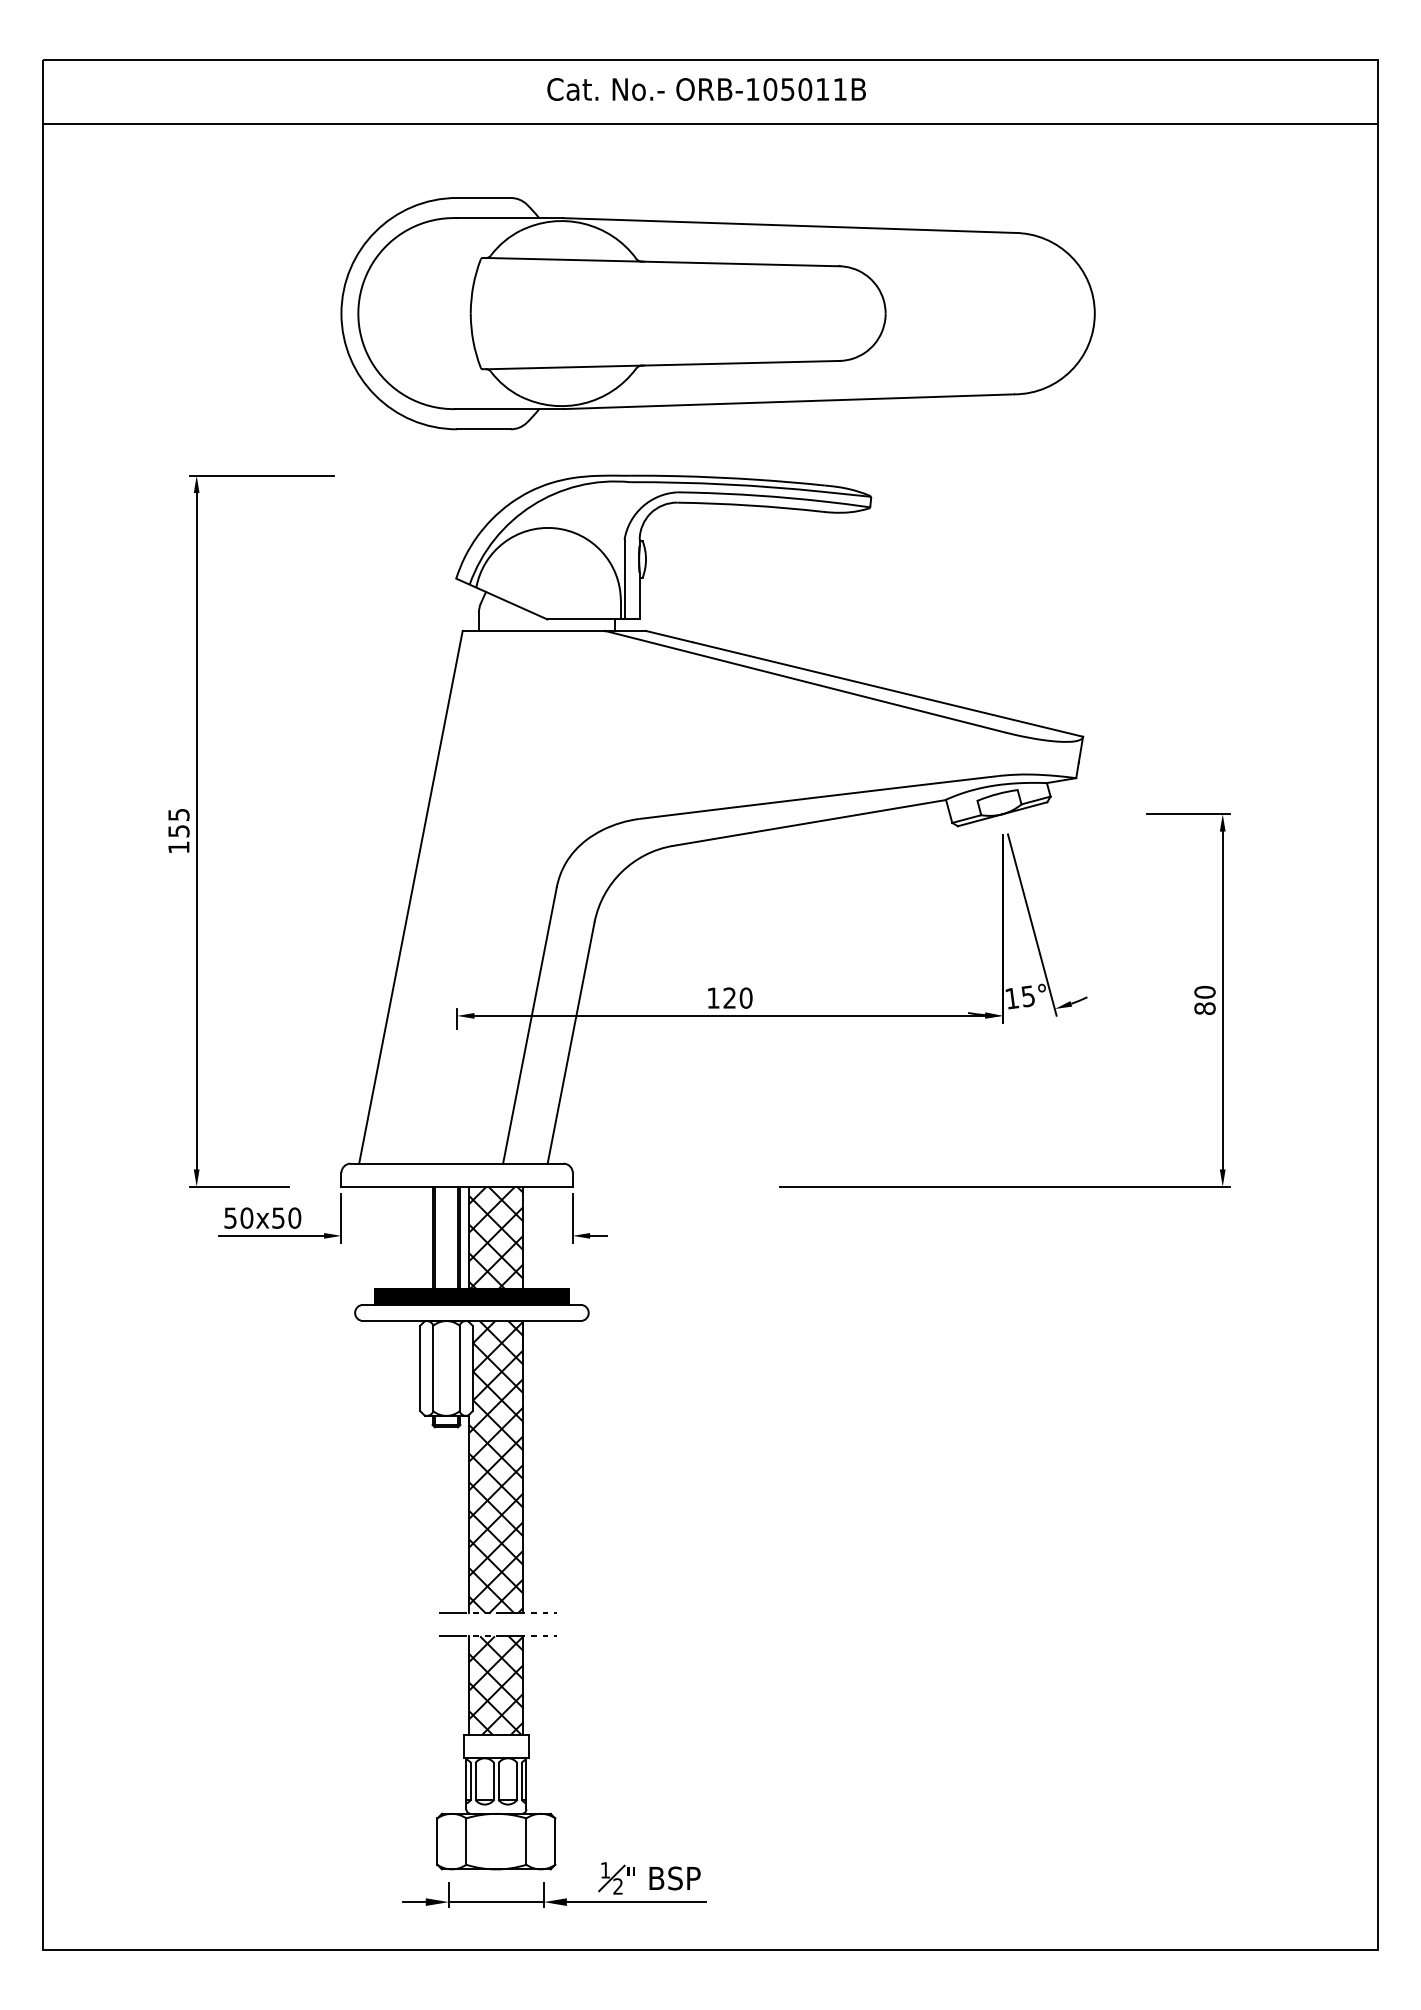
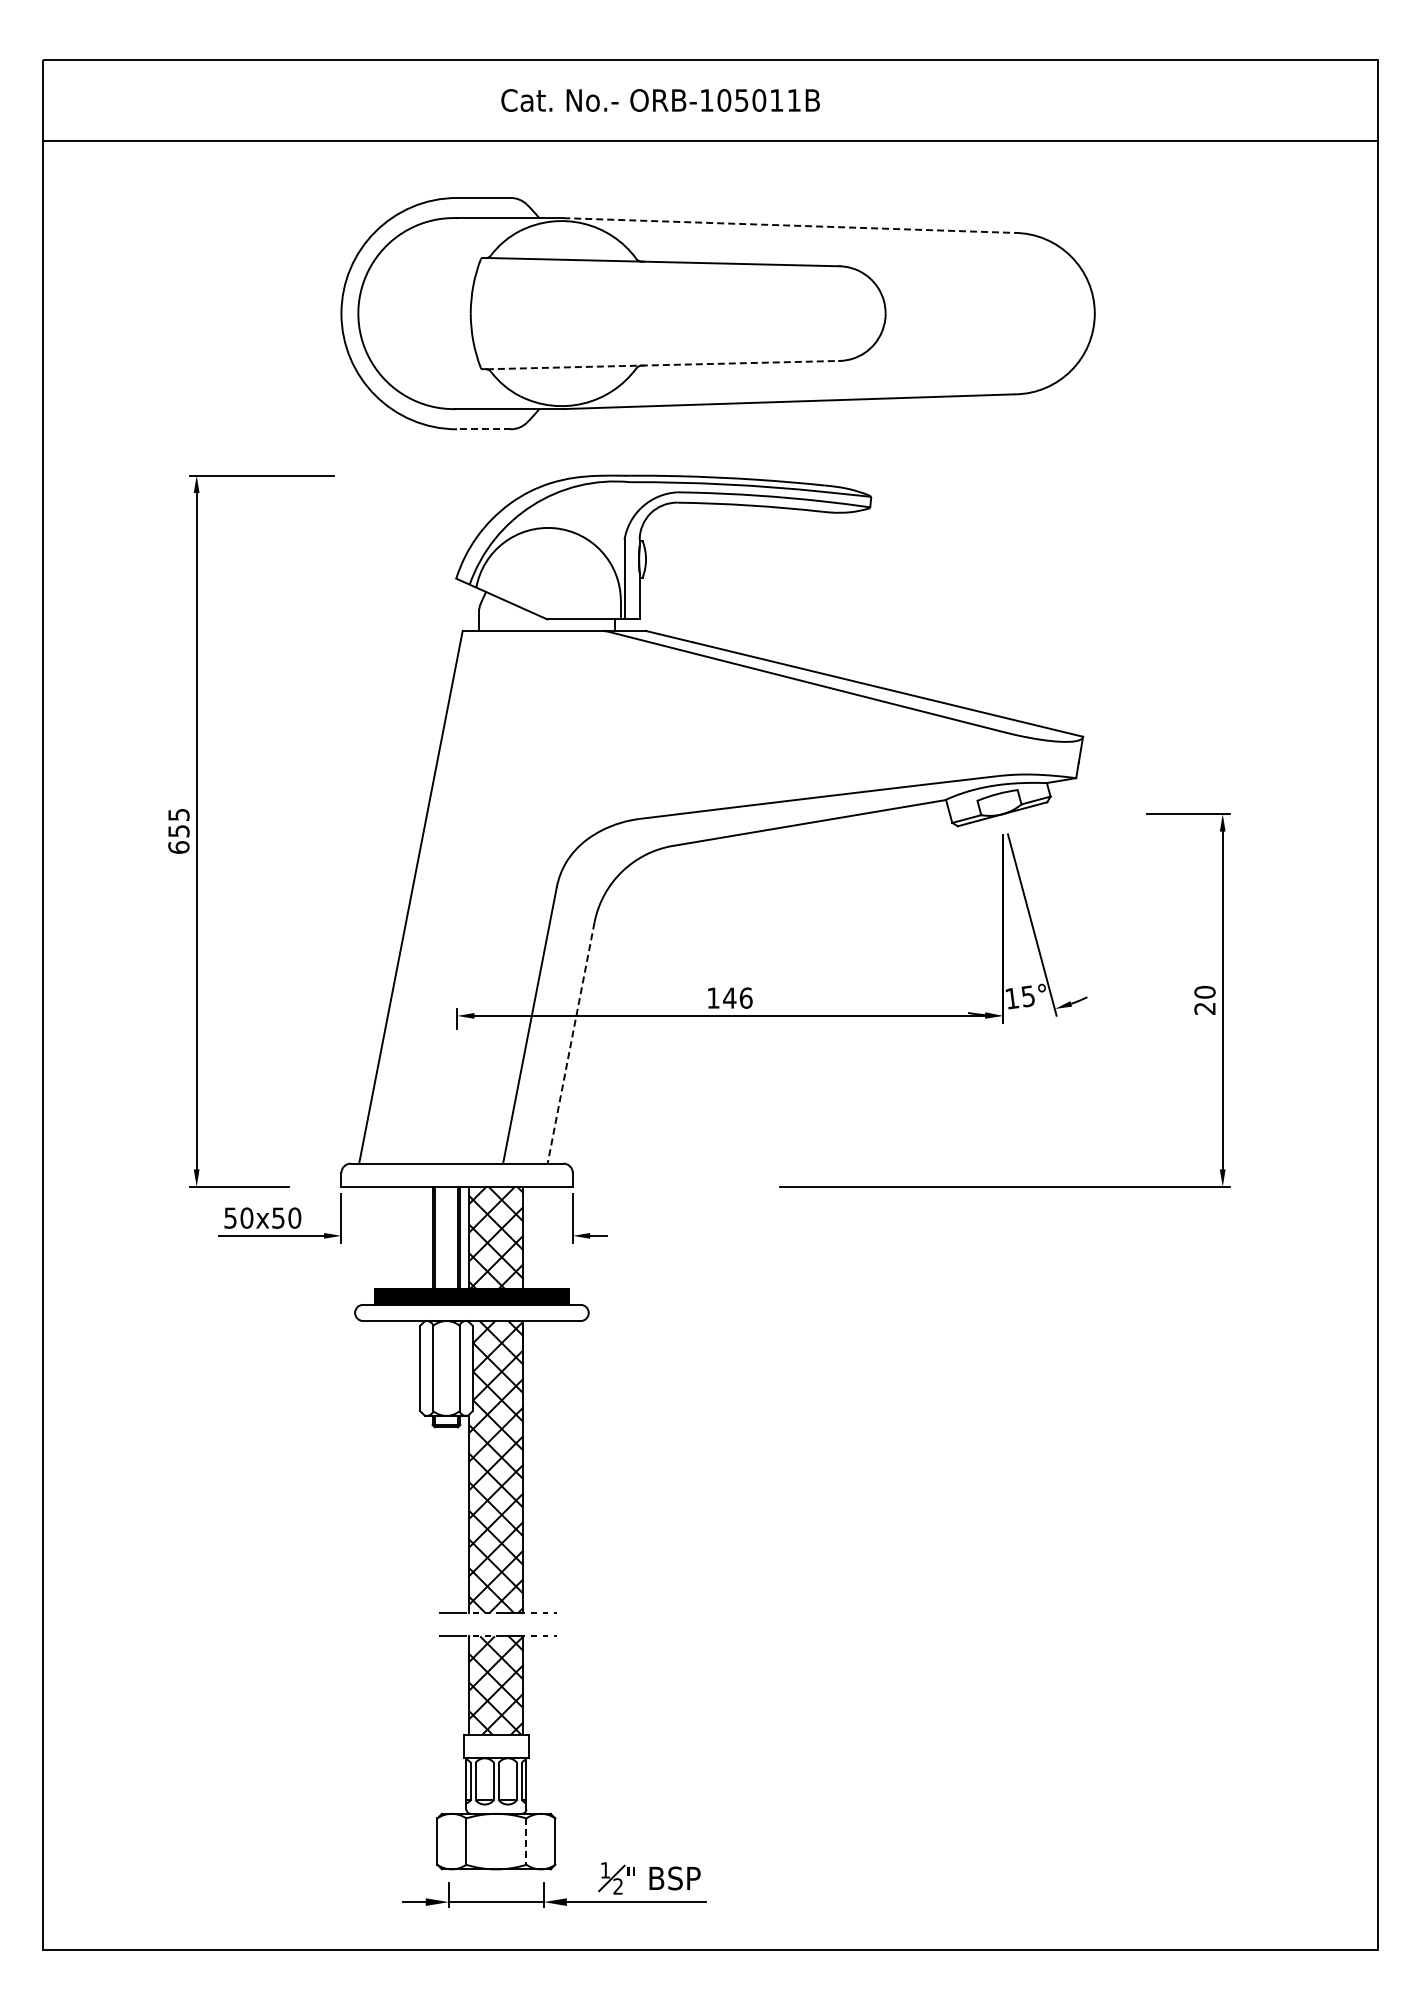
text at (706, 89) position: (706, 89) -> (660, 100)
line at (710, 123) position: (710, 123) -> (710, 140)
line at (788, 225): solid -> dashed
line at (663, 365): solid -> dashed
line at (483, 429): solid -> dashed
text at (178, 847): 155 -> 655
text at (737, 997): 120 -> 146
text at (1204, 1008): 80 -> 20
line at (571, 1043): solid -> dashed
line at (526, 1842): solid -> dashed
